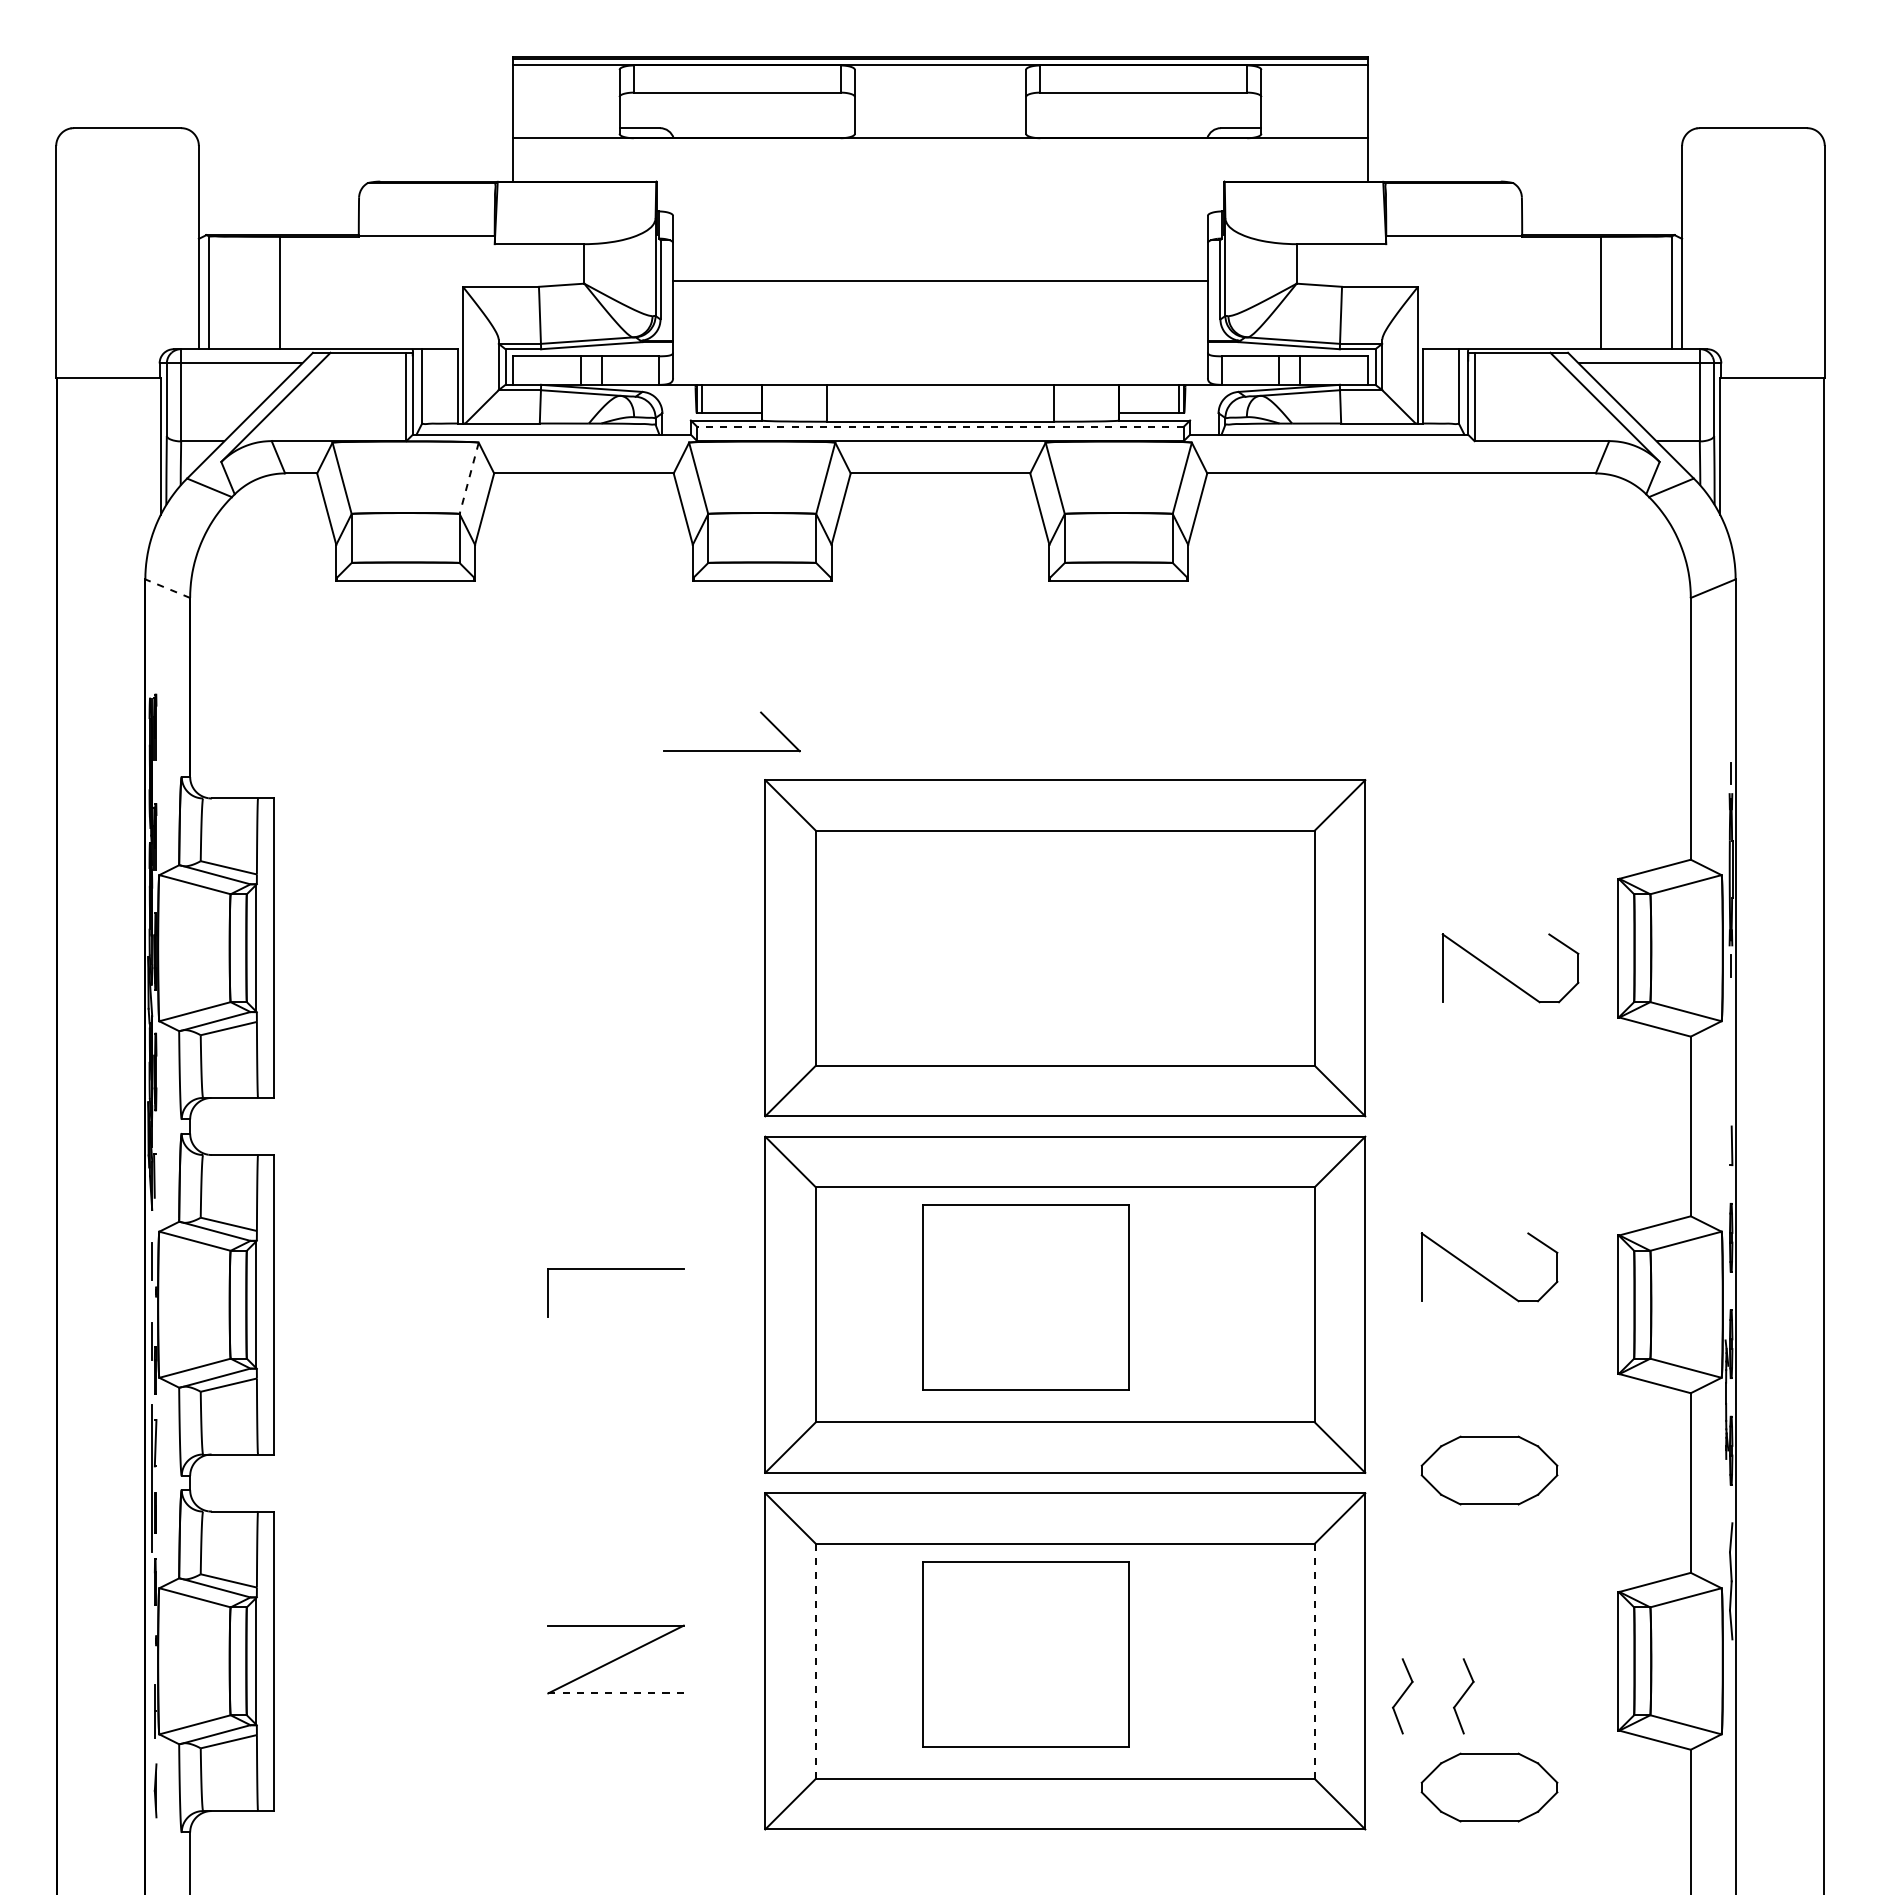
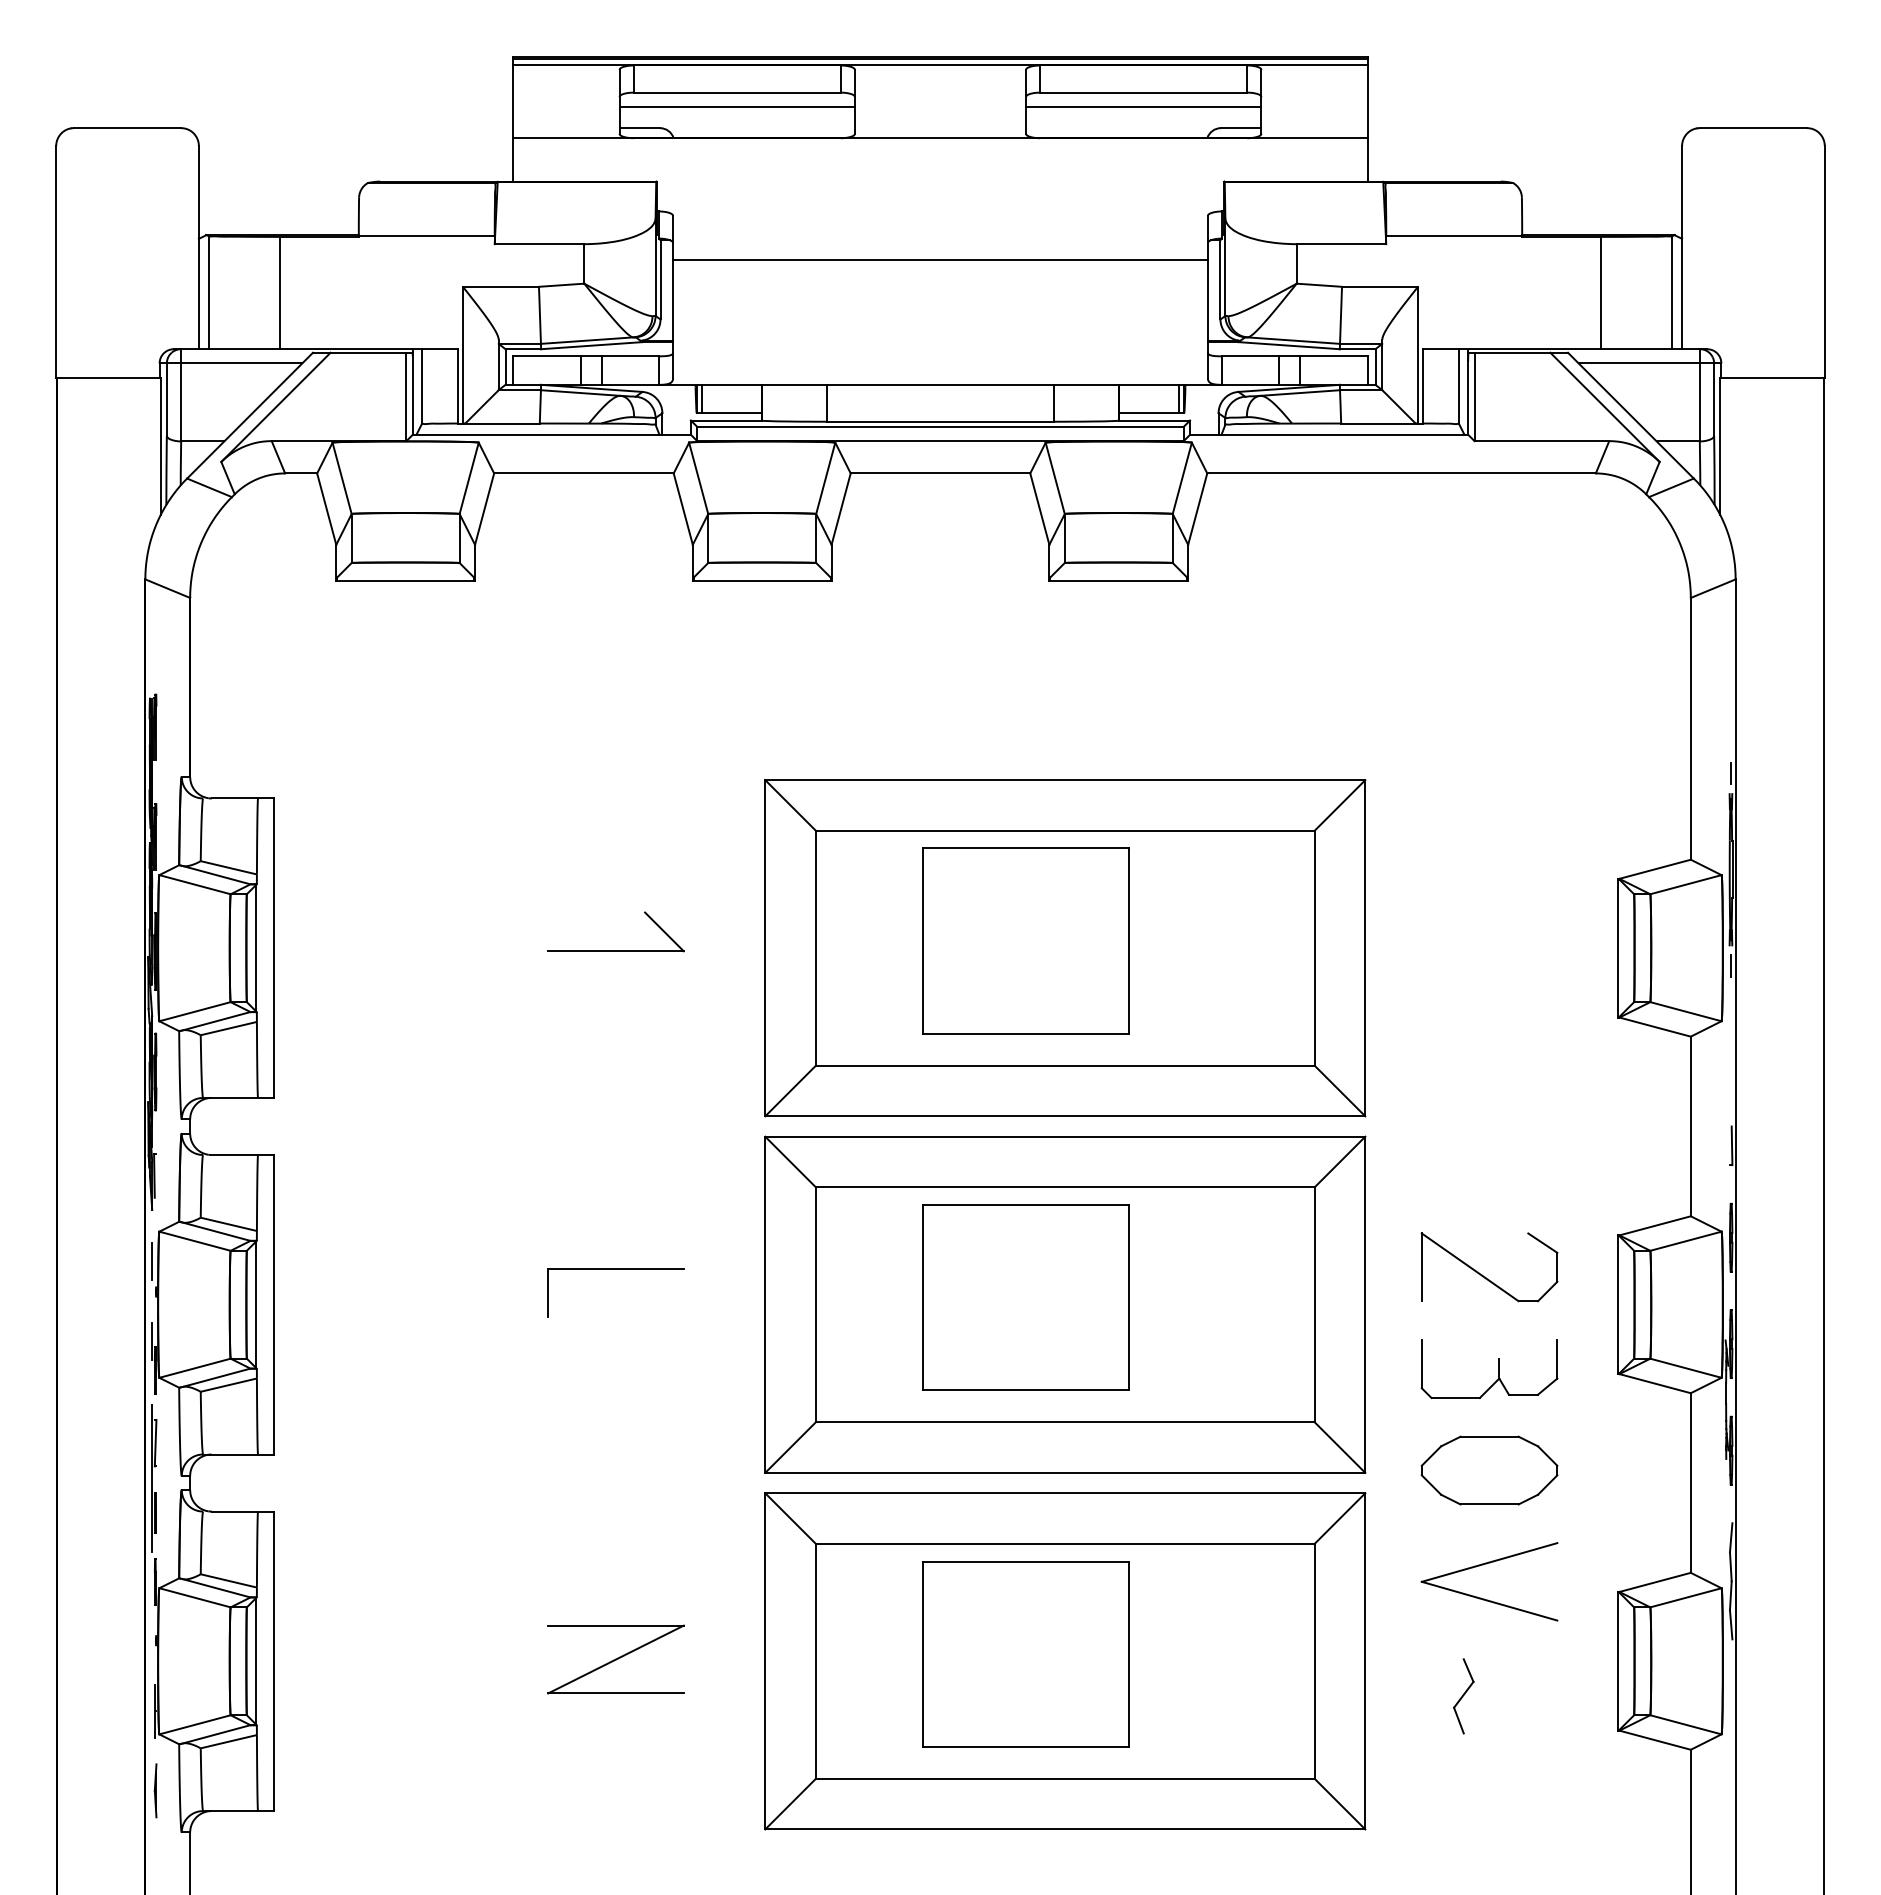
line at (736, 106): none -> present
line at (1143, 106): none -> present
line at (940, 280) position: (940, 280) -> (940, 259)
line at (939, 426): dashed -> solid
line at (469, 478): dashed -> solid
line at (167, 588): dashed -> solid
part at (731, 750) position: (731, 750) -> (615, 950)
part at (1025, 940): none -> present
part at (1506, 977): present -> none
part at (1498, 1369): none -> present
part at (1483, 1565): none -> present
line at (815, 1661): dashed -> solid
line at (1314, 1661): dashed -> solid
line at (616, 1693): dashed -> solid
part at (1402, 1696): present -> none
part at (1489, 1787): present -> none
